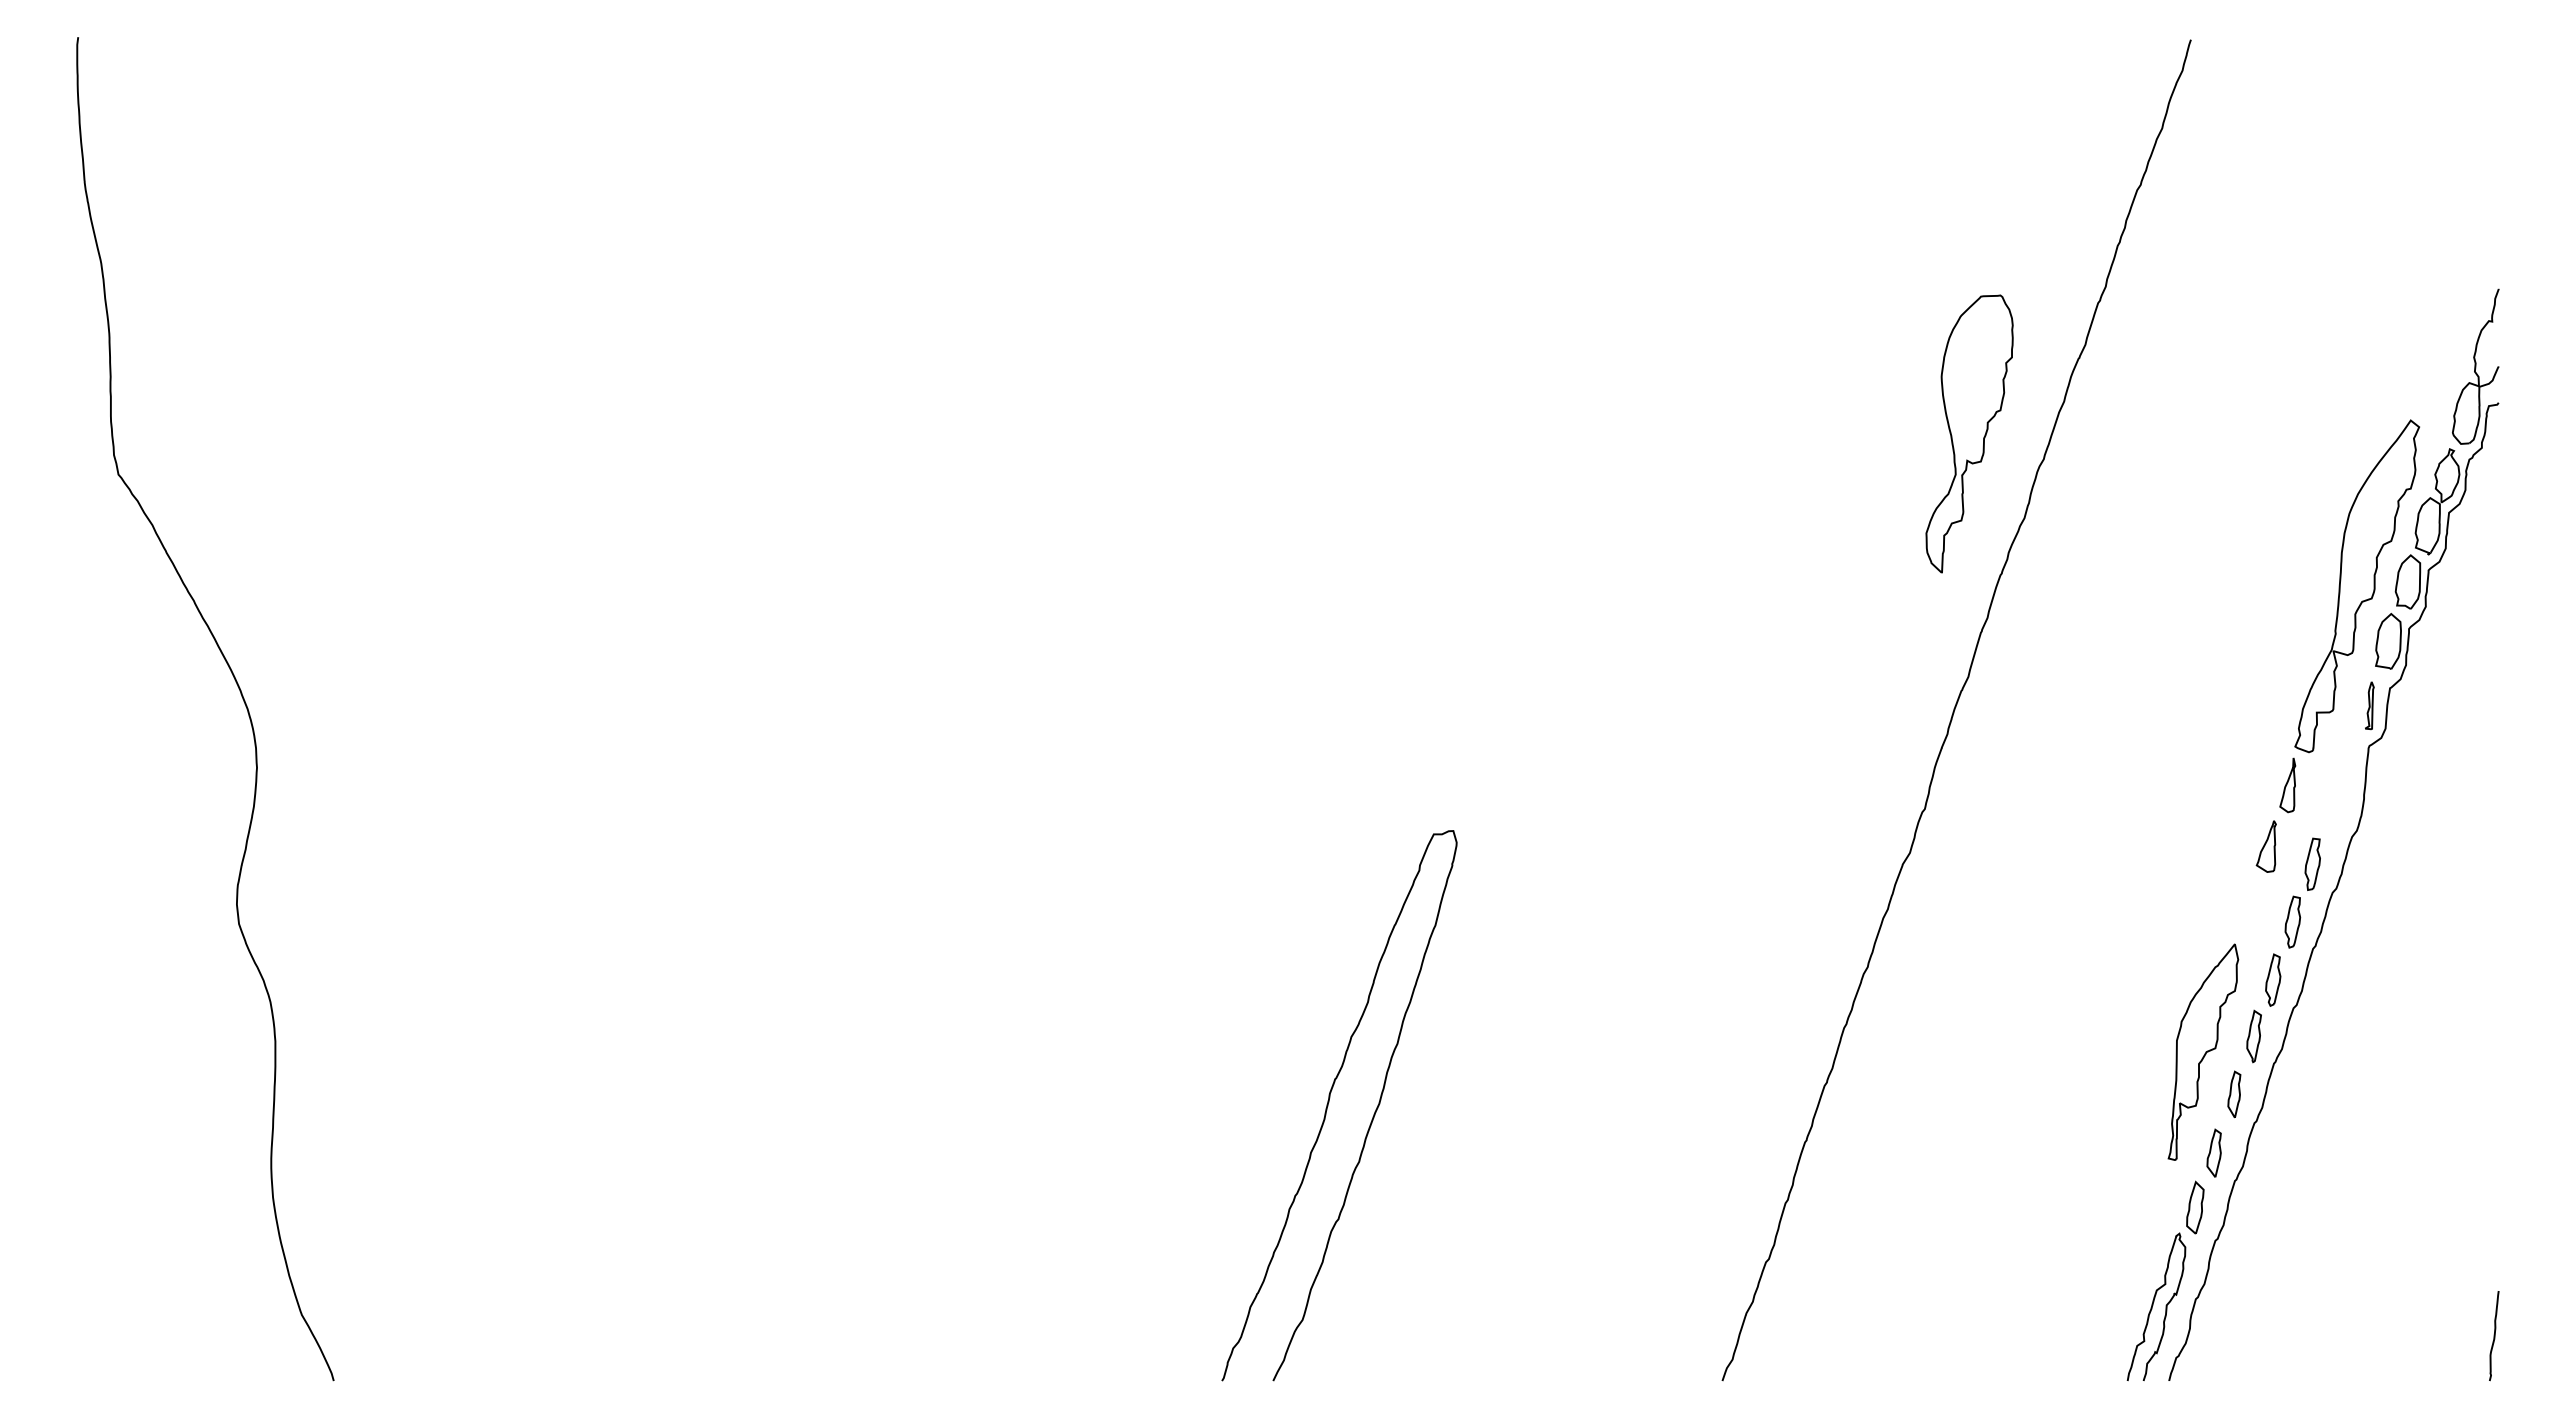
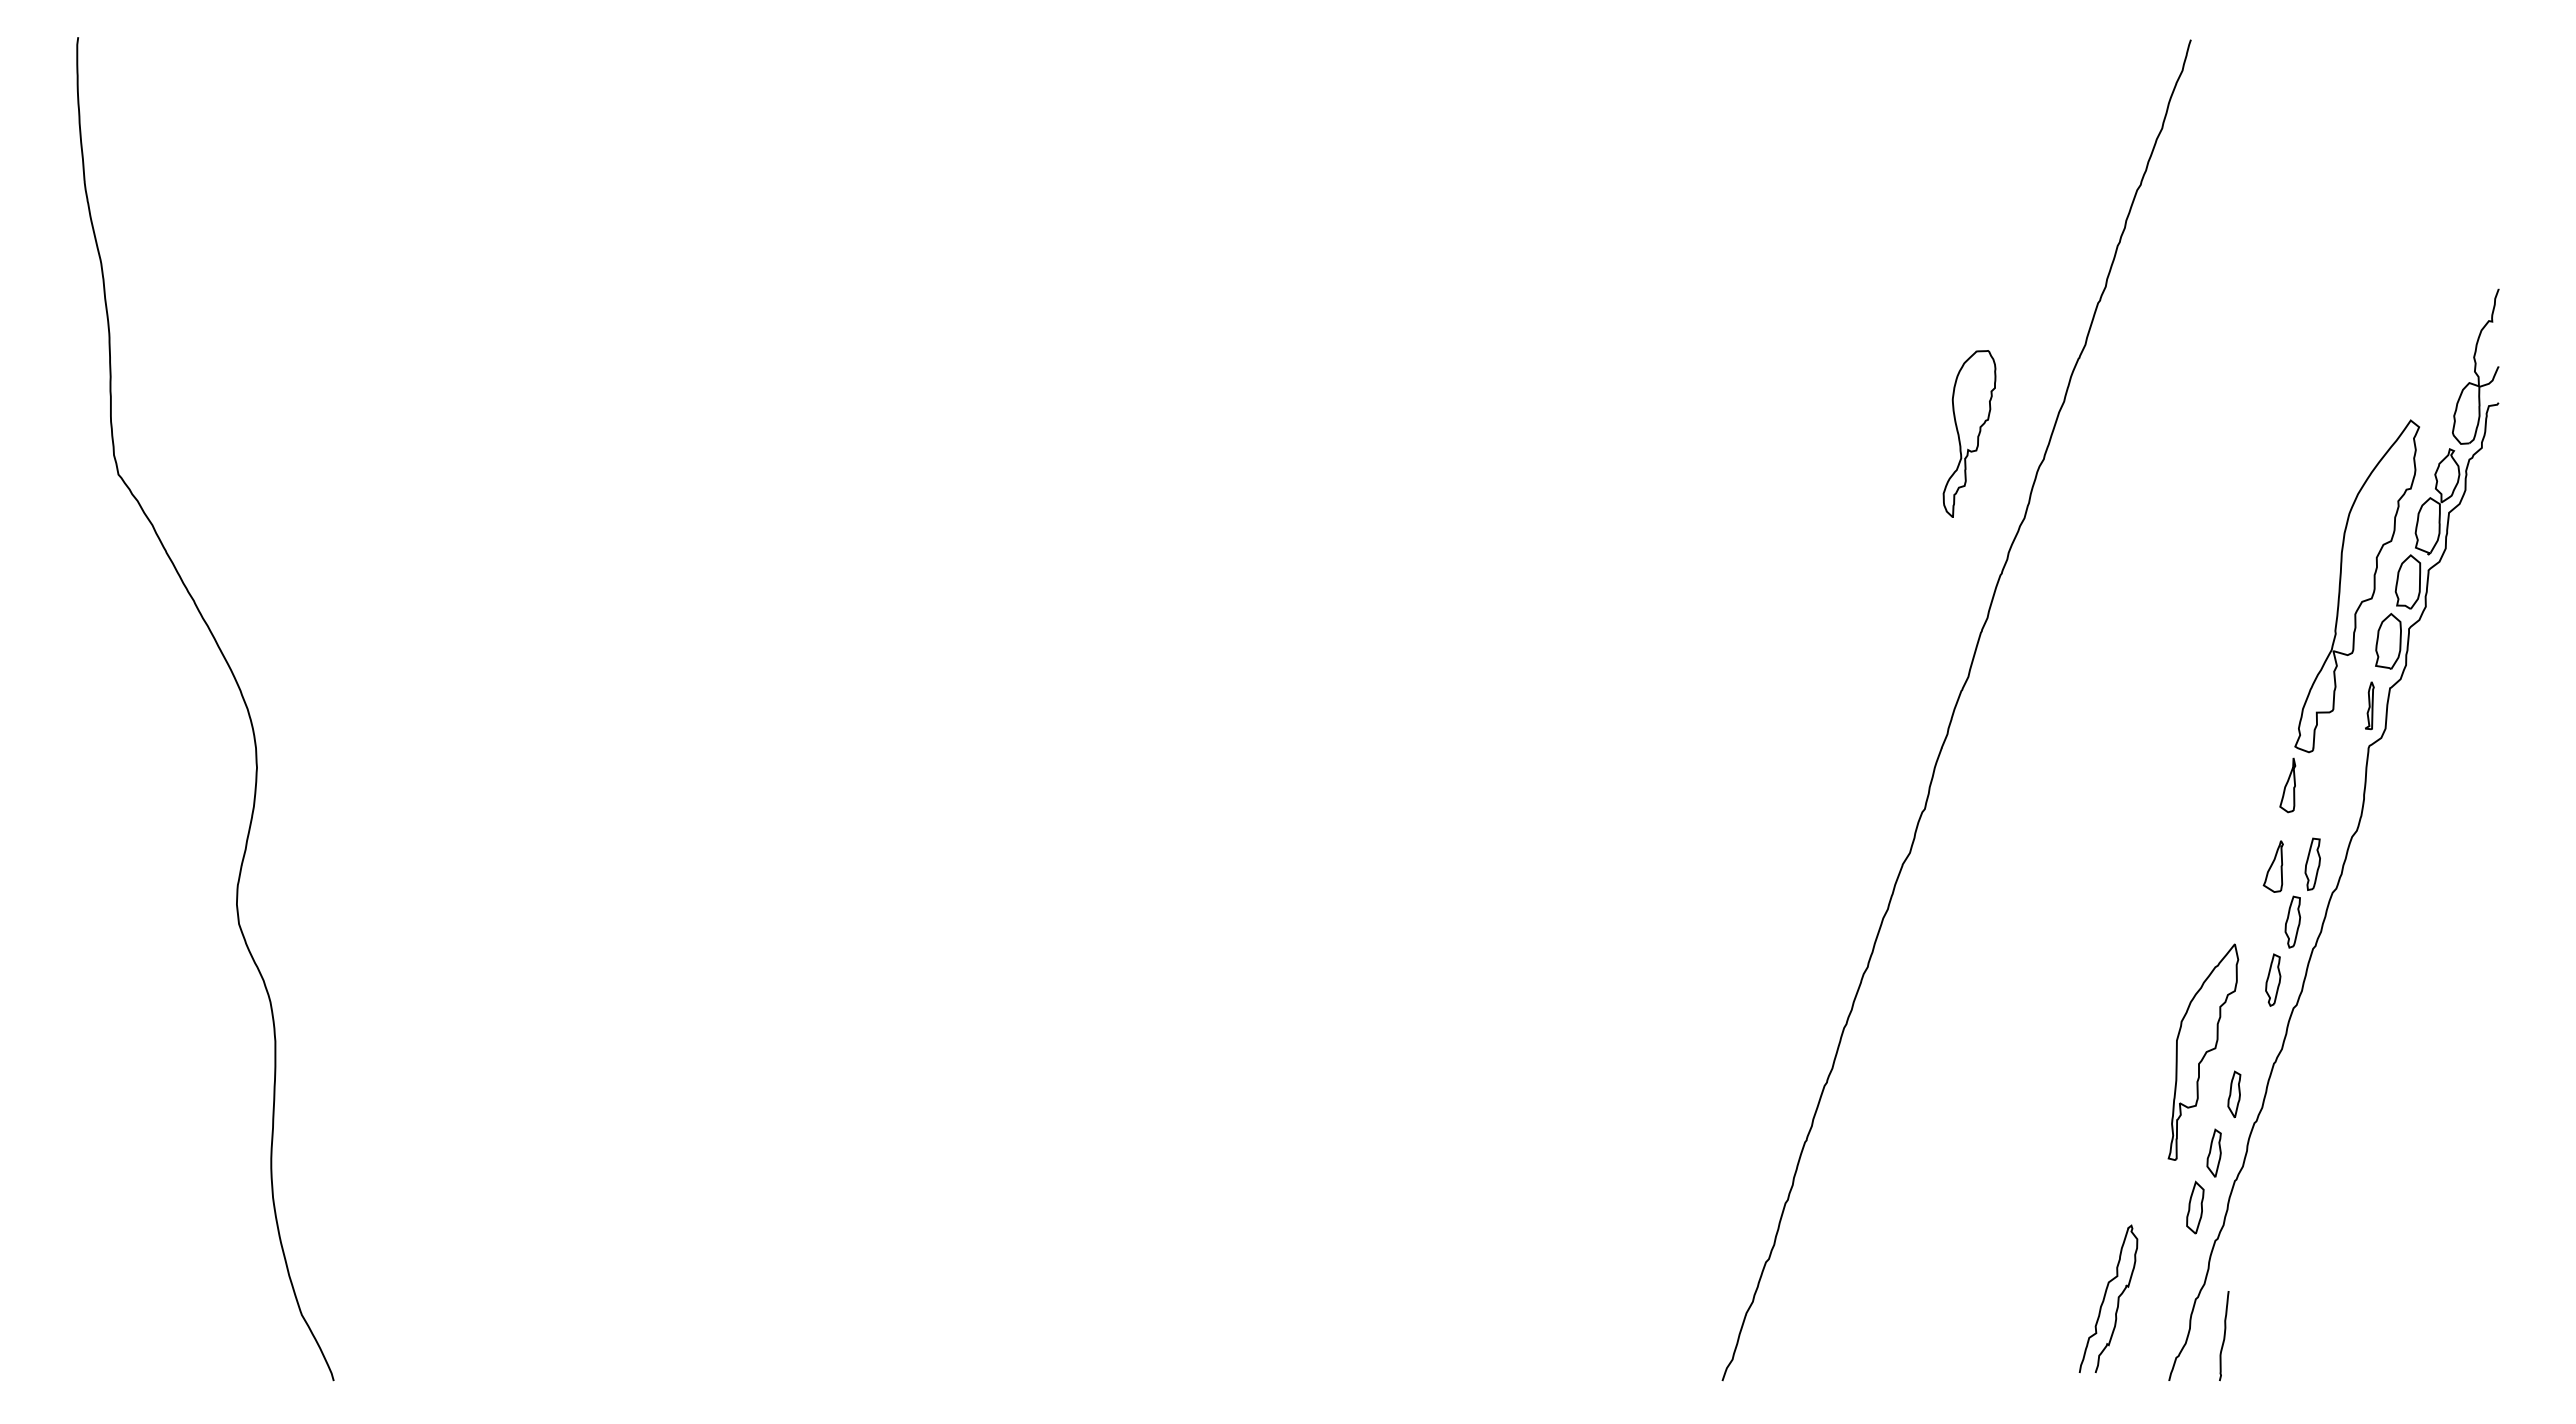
part at (1969, 433) size: 89x280 px -> 55x168 px
part at (2265, 846) position: (2265, 846) -> (2272, 866)
part at (2253, 1036): present -> none
curve at (1329, 1102): present -> none
curve at (2153, 1305) position: (2153, 1305) -> (2105, 1297)
curve at (2494, 1336) position: (2494, 1336) -> (2224, 1336)
